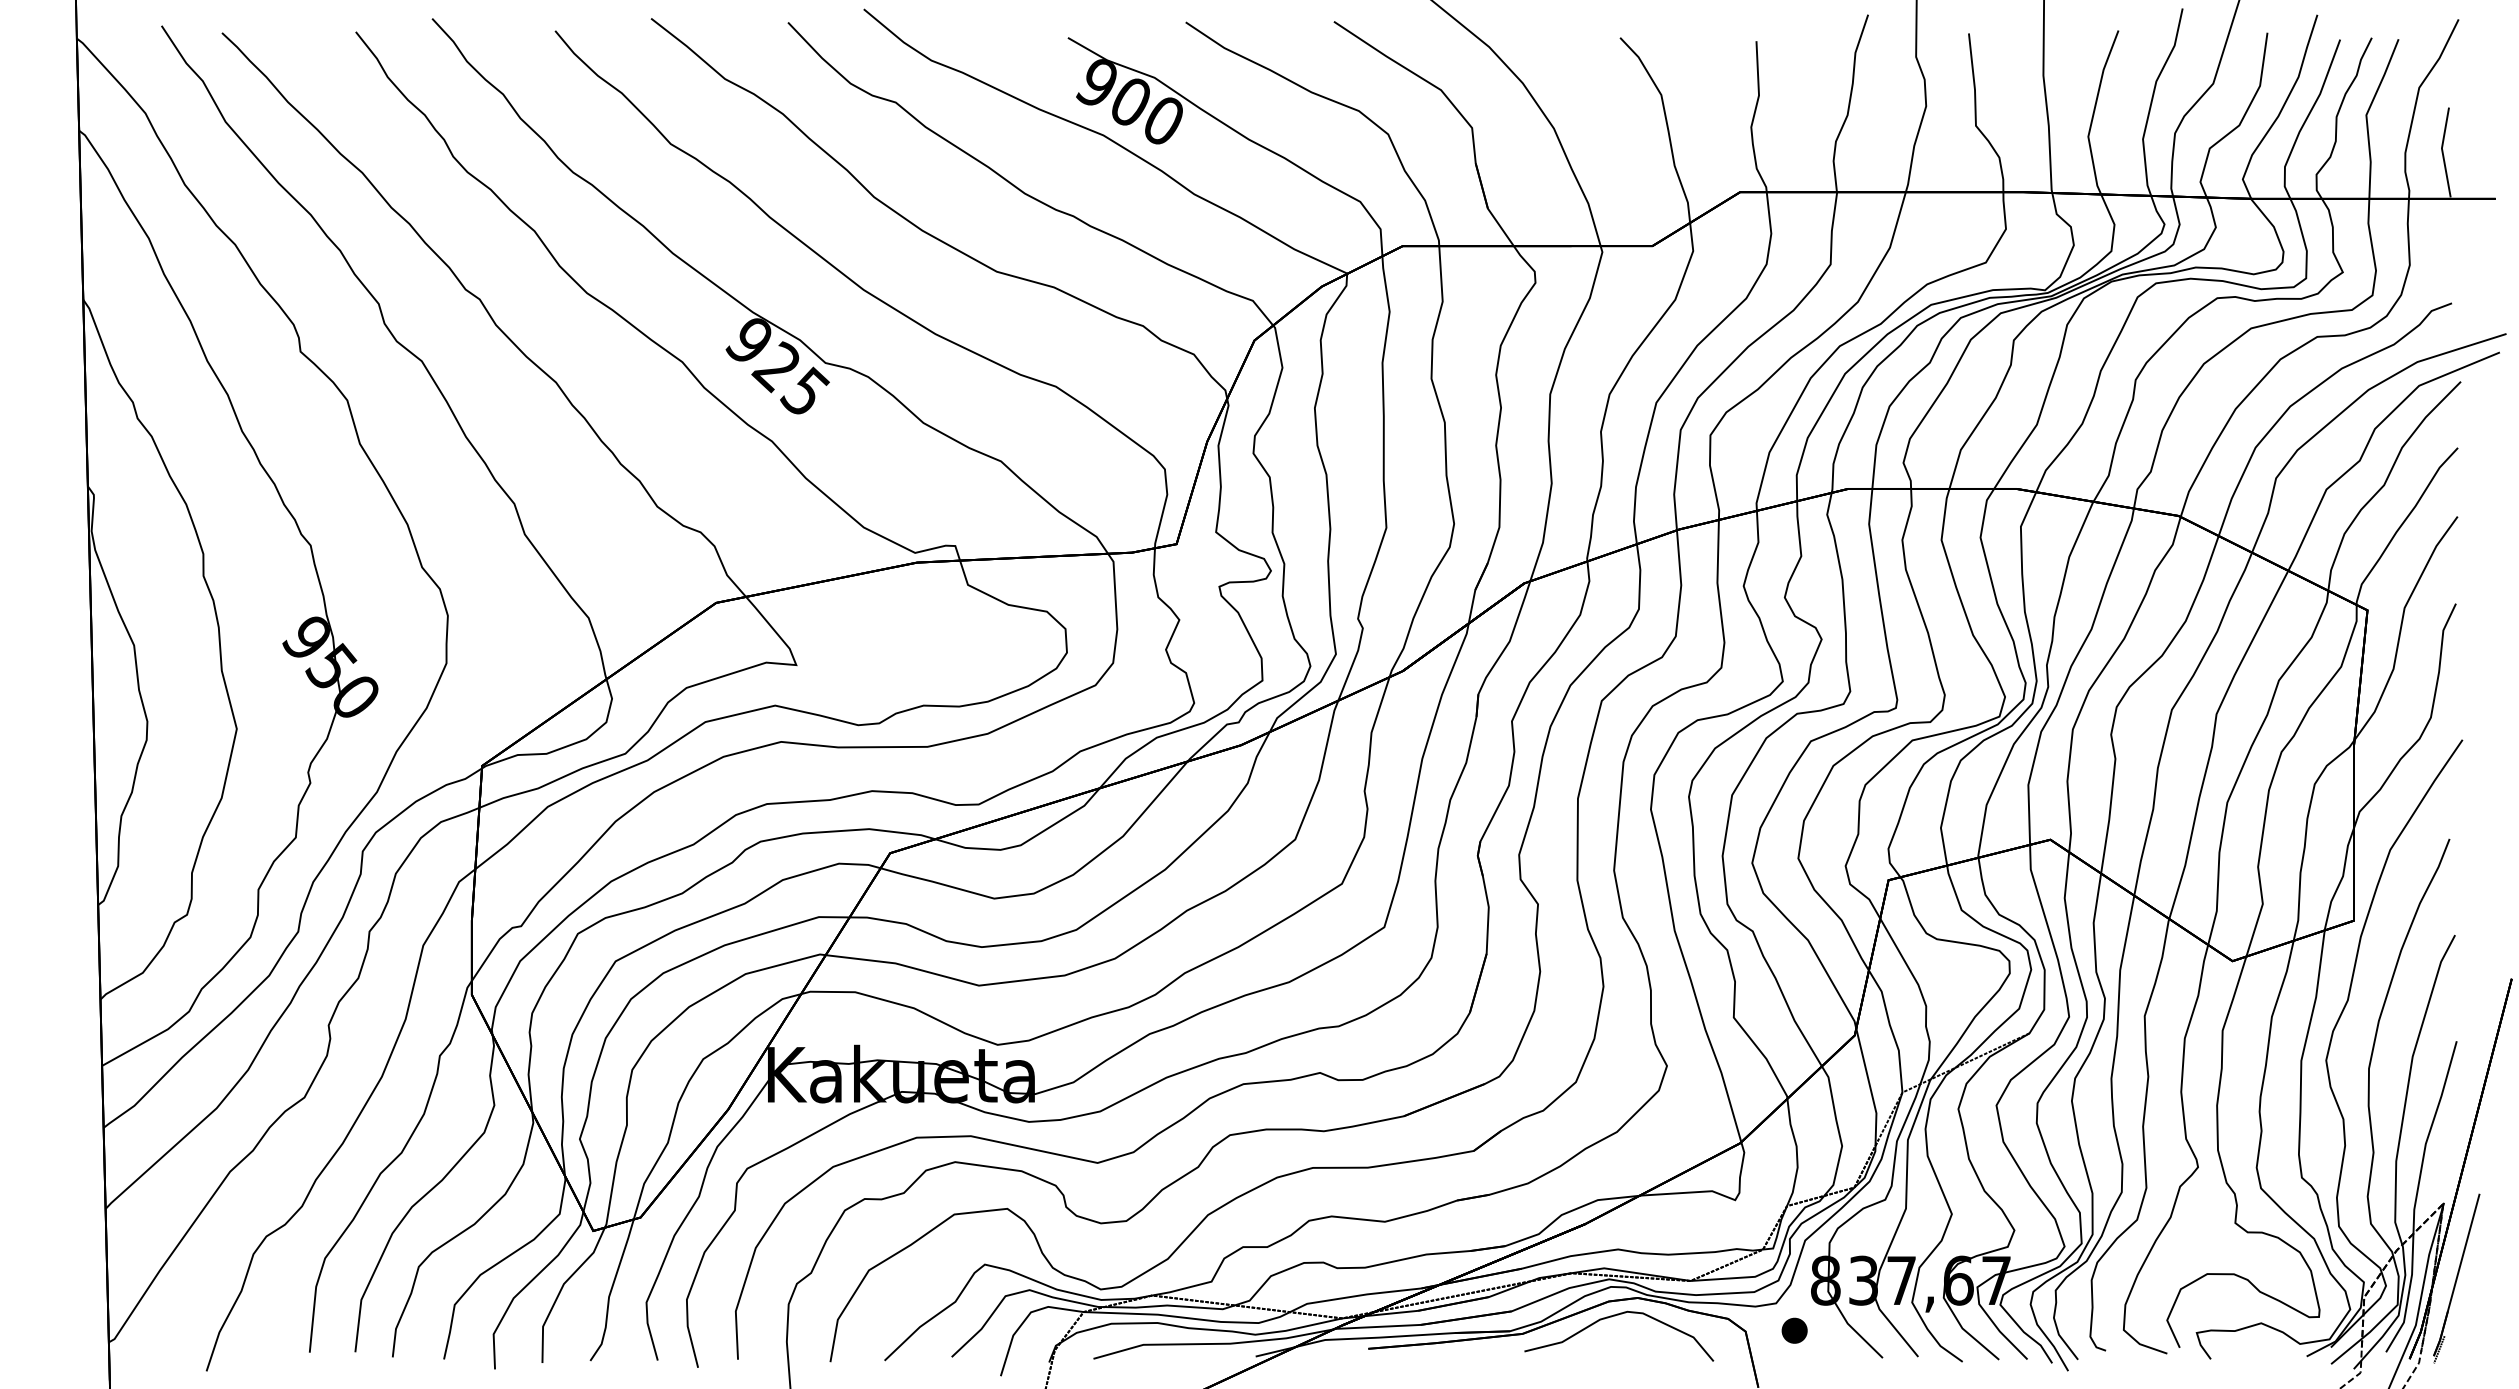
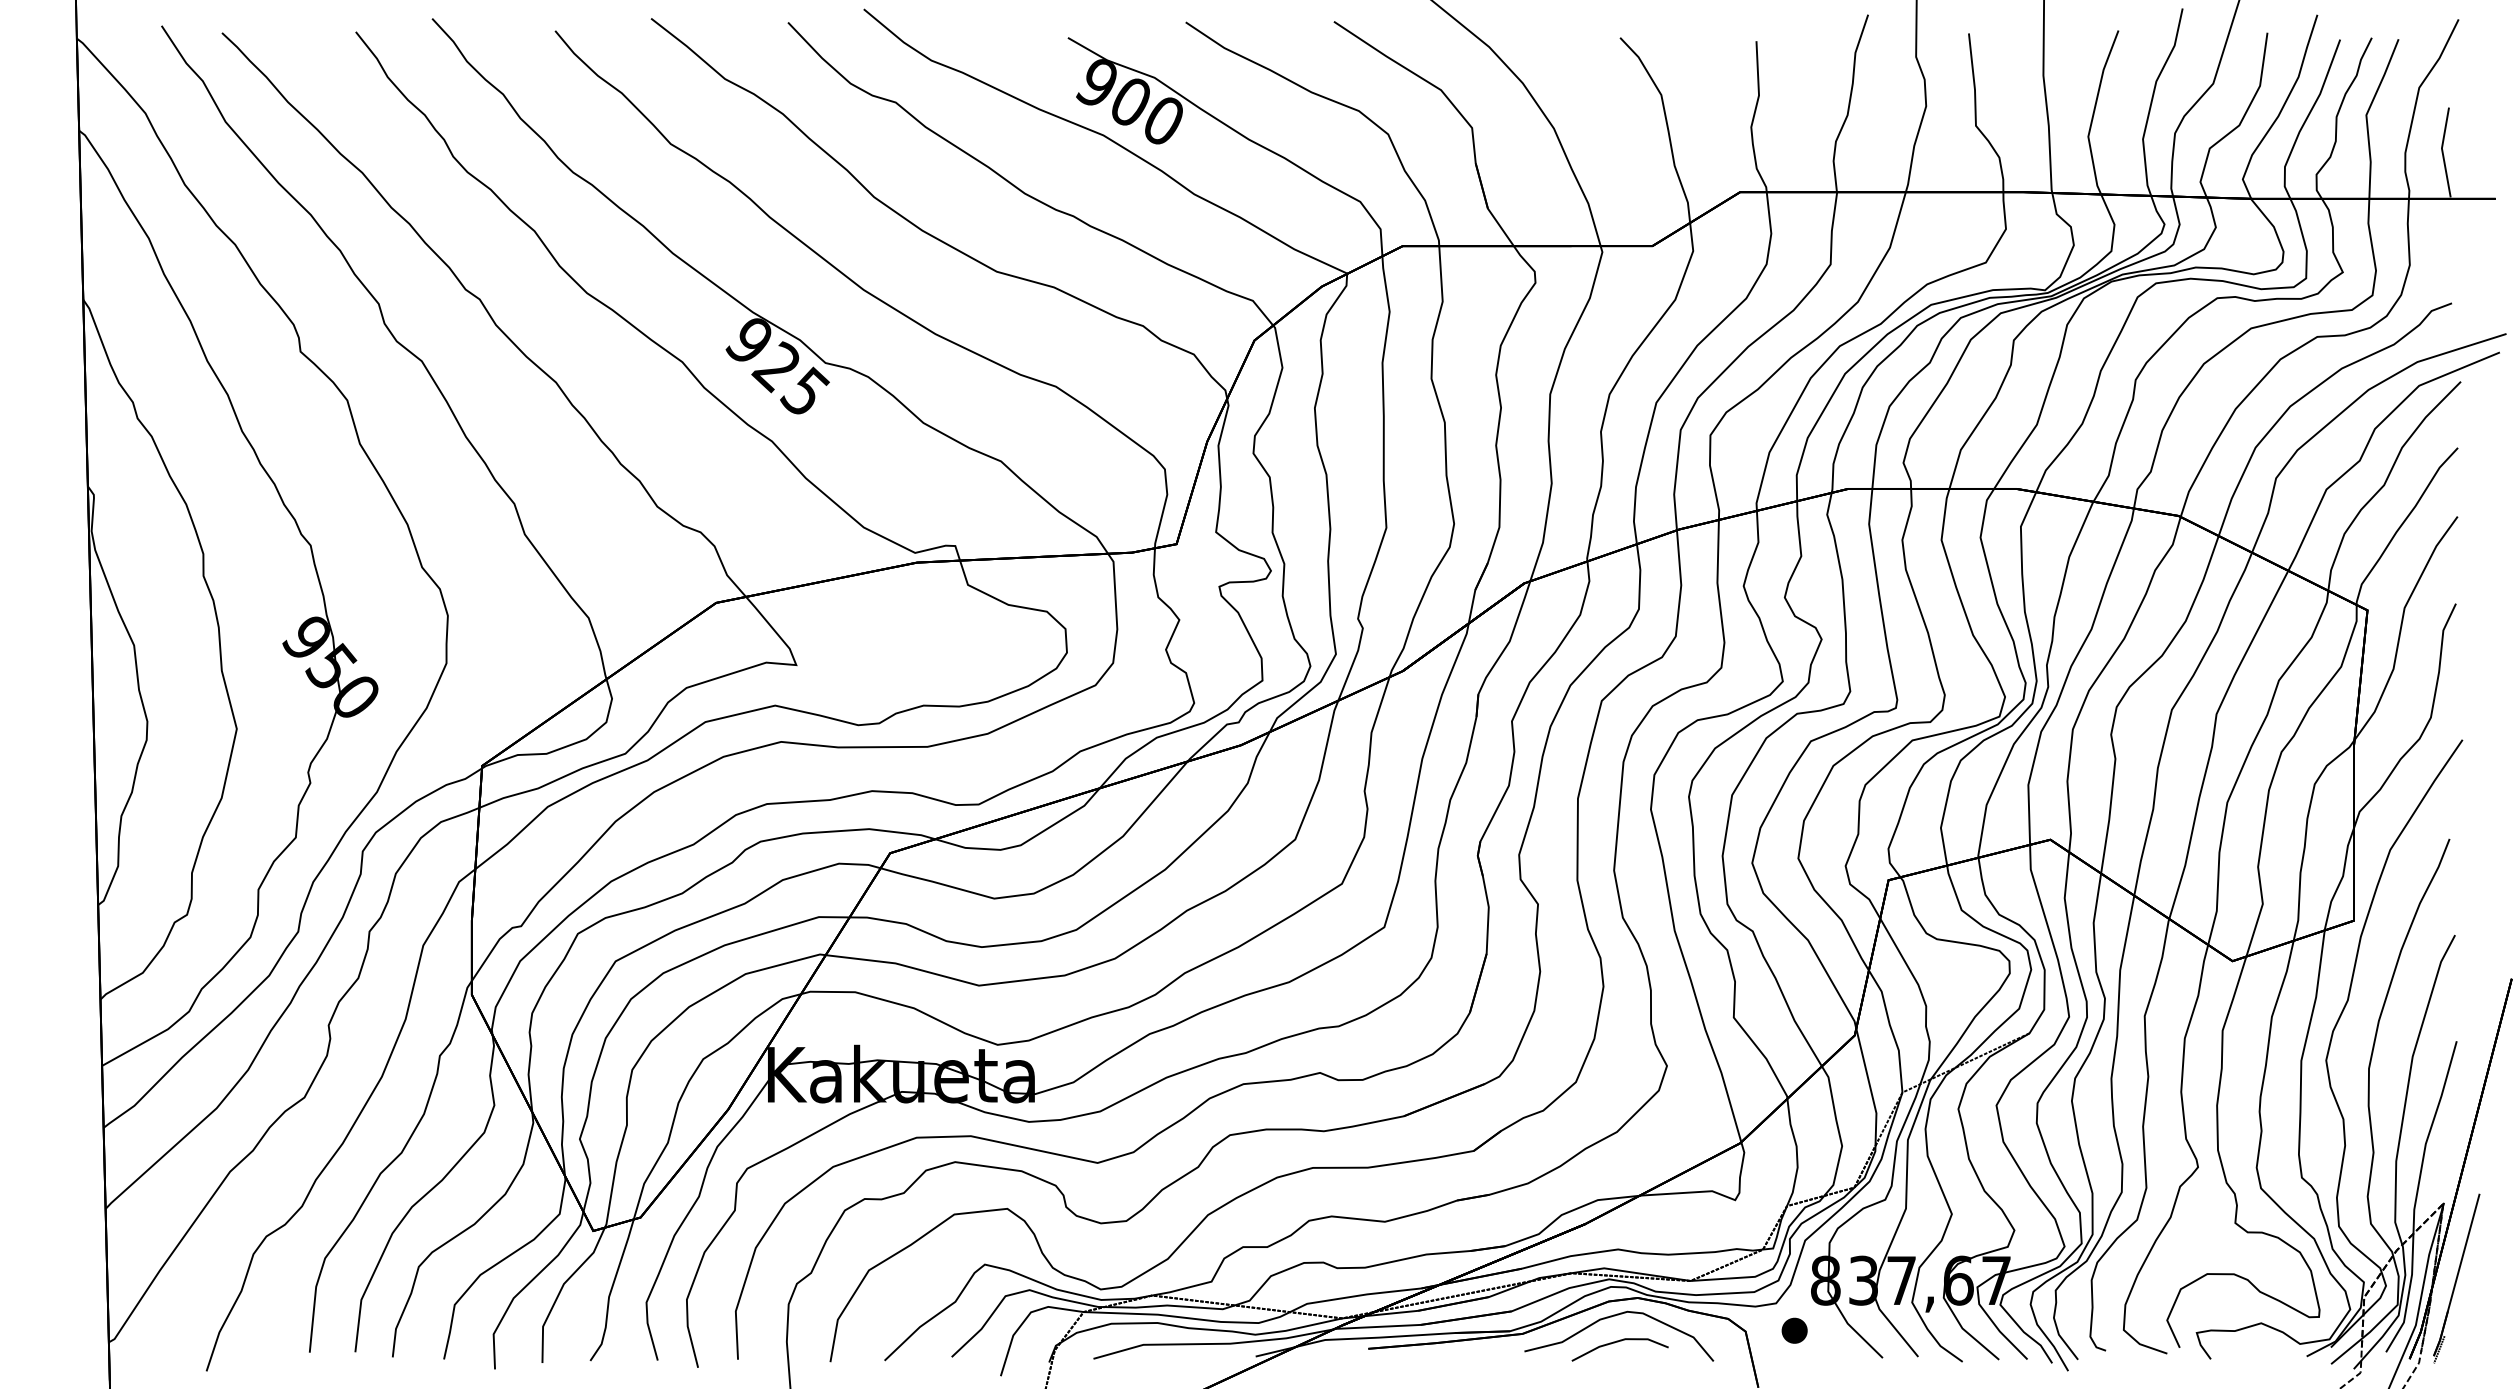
line at (1618, 1342): none -> present
